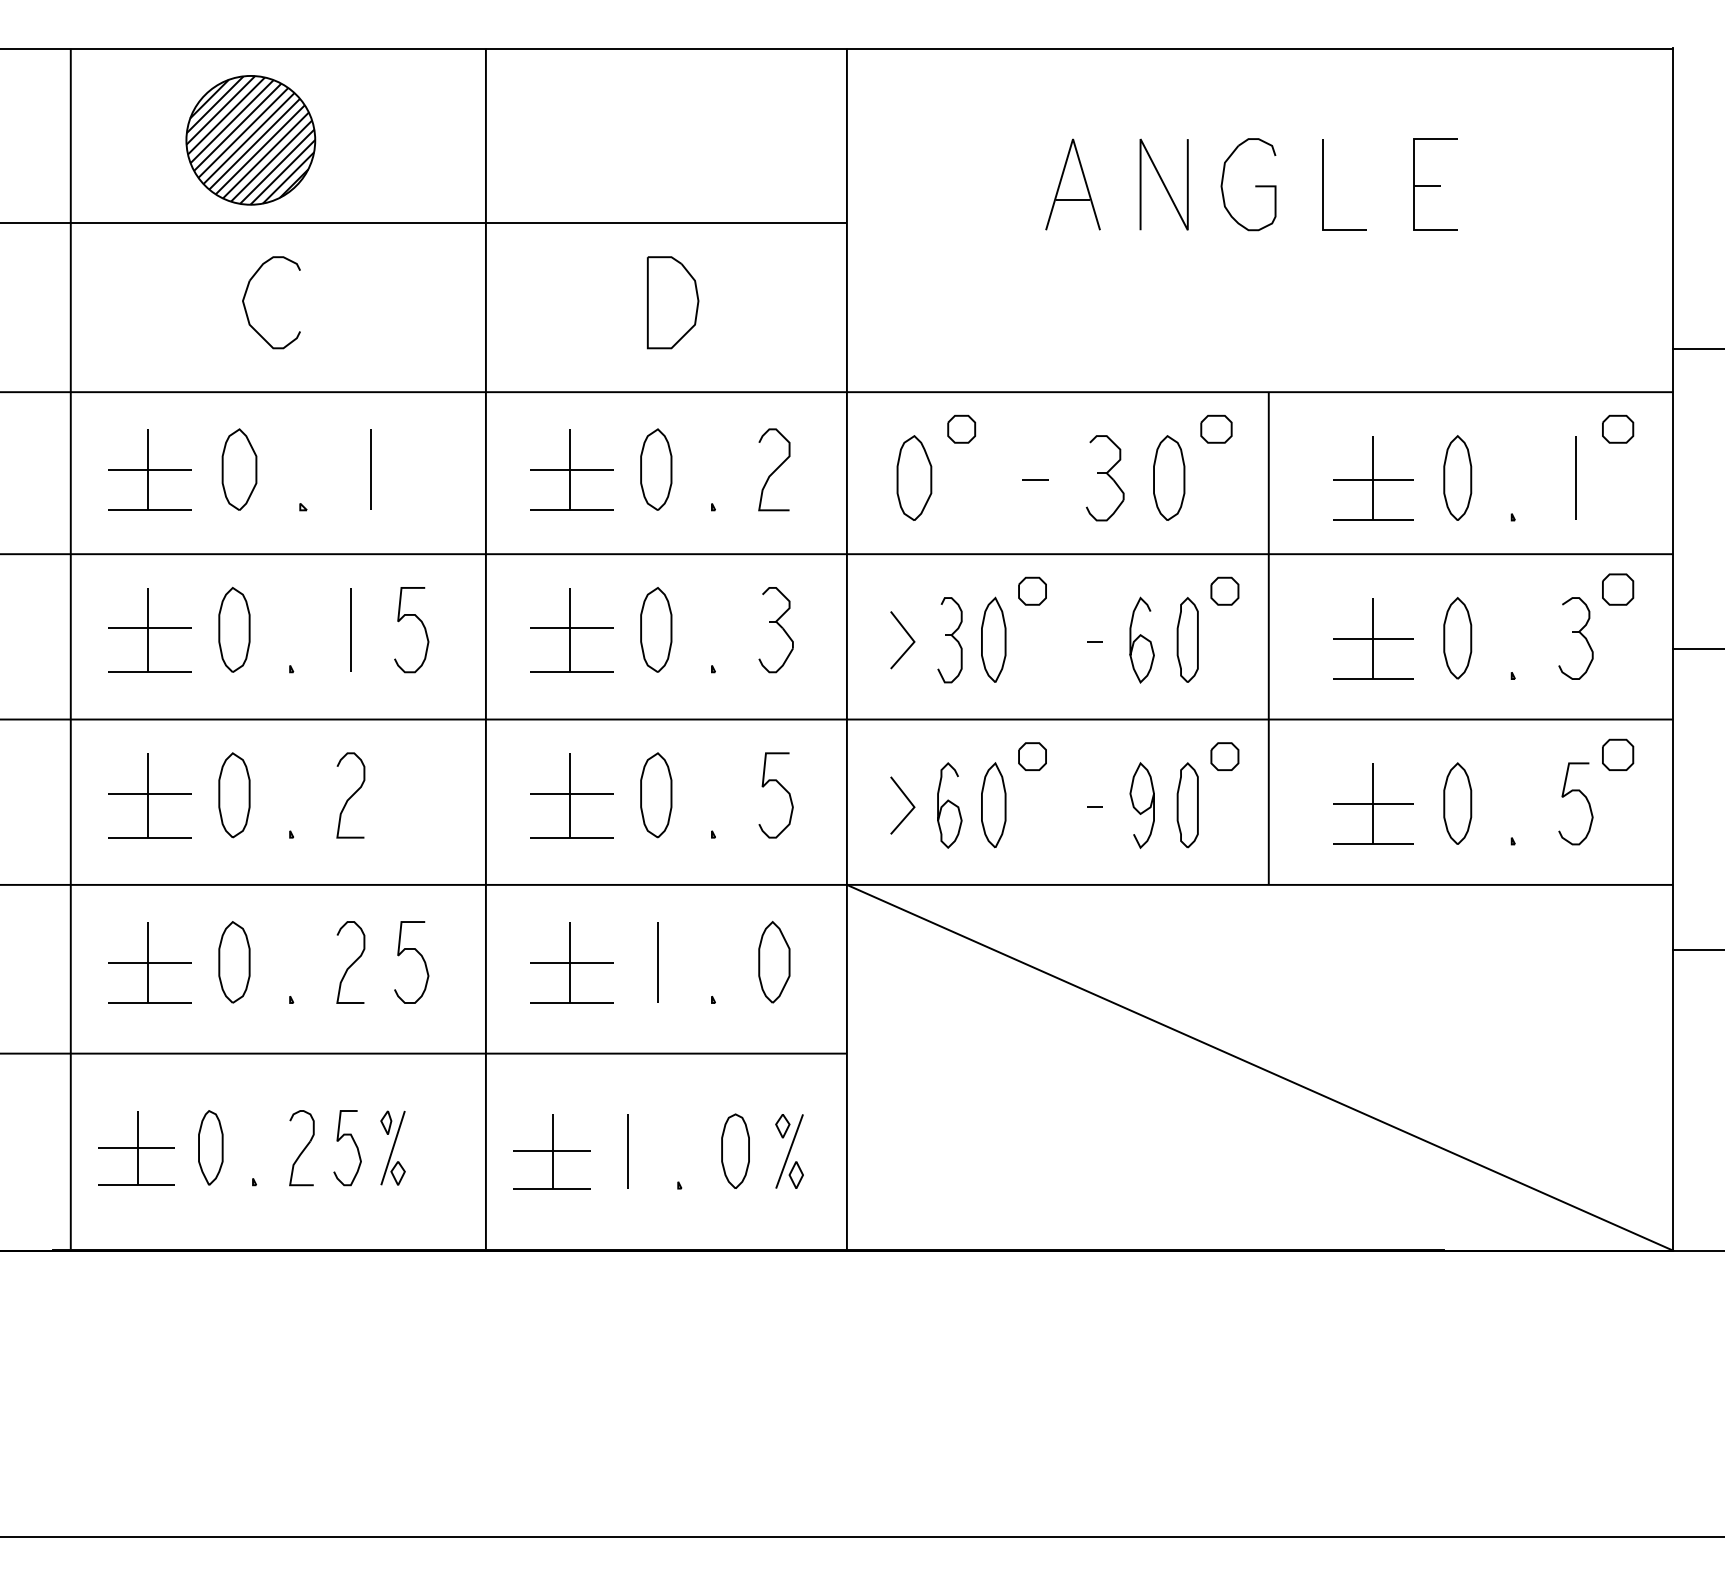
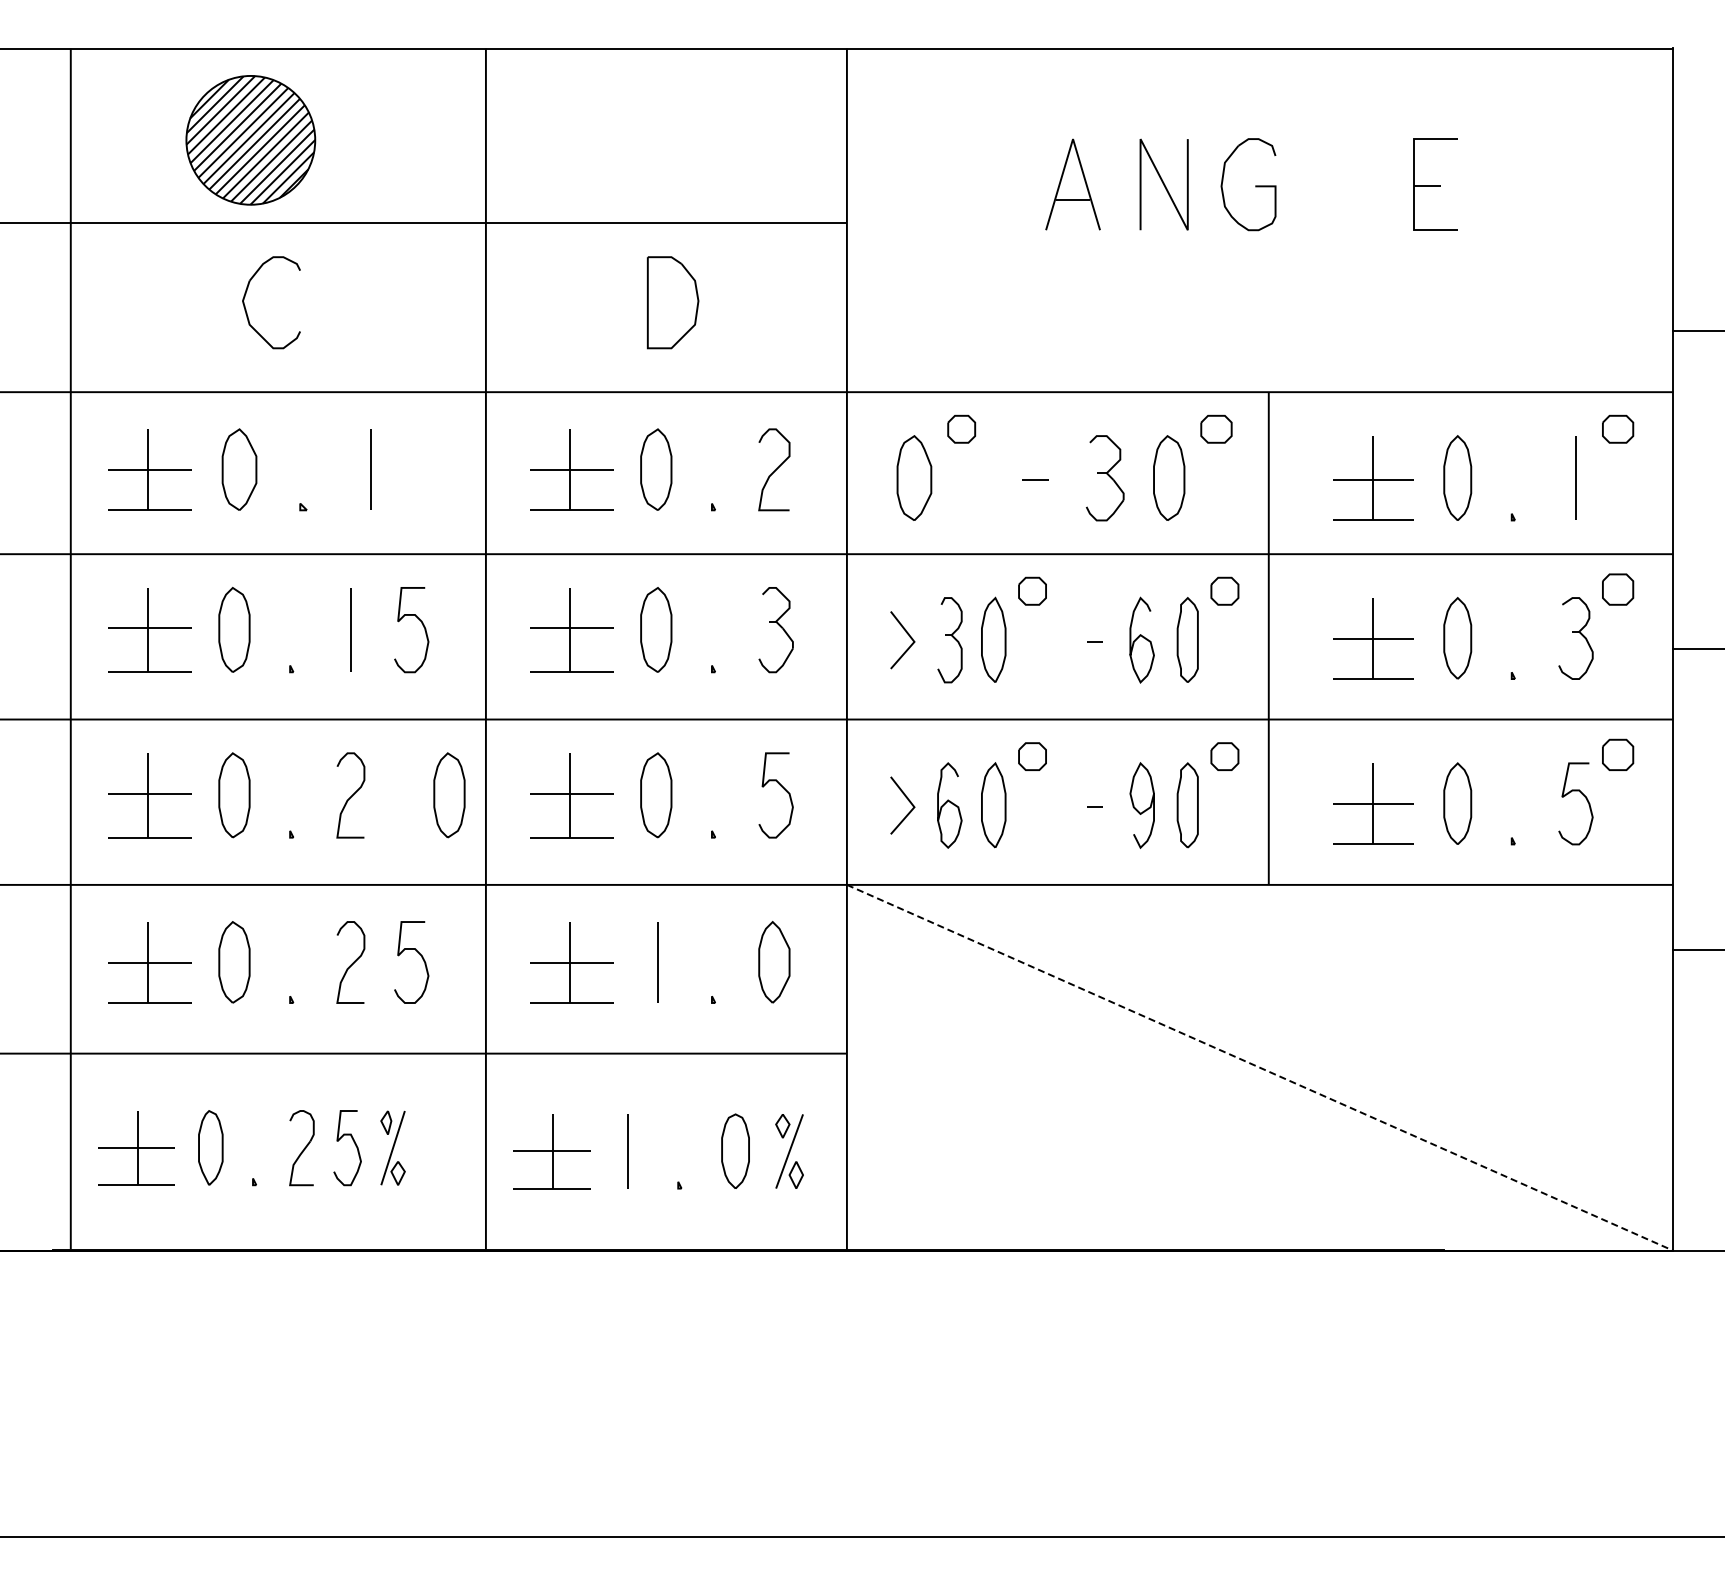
curve at (1323, 184): present -> none
line at (1697, 348) position: (1697, 348) -> (1697, 330)
part at (449, 795): none -> present
line at (1260, 1067): solid -> dashed
